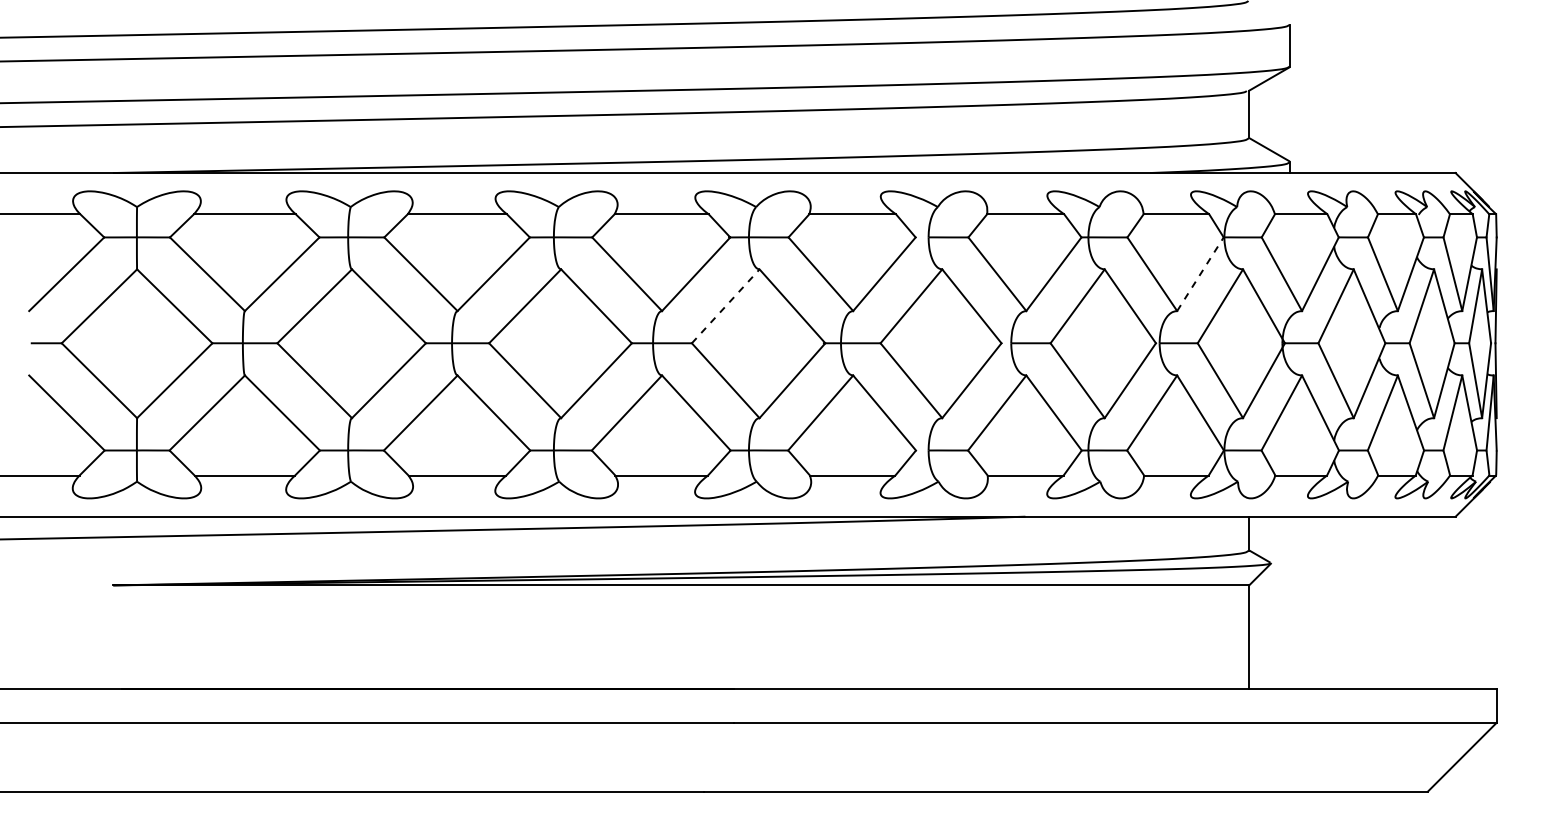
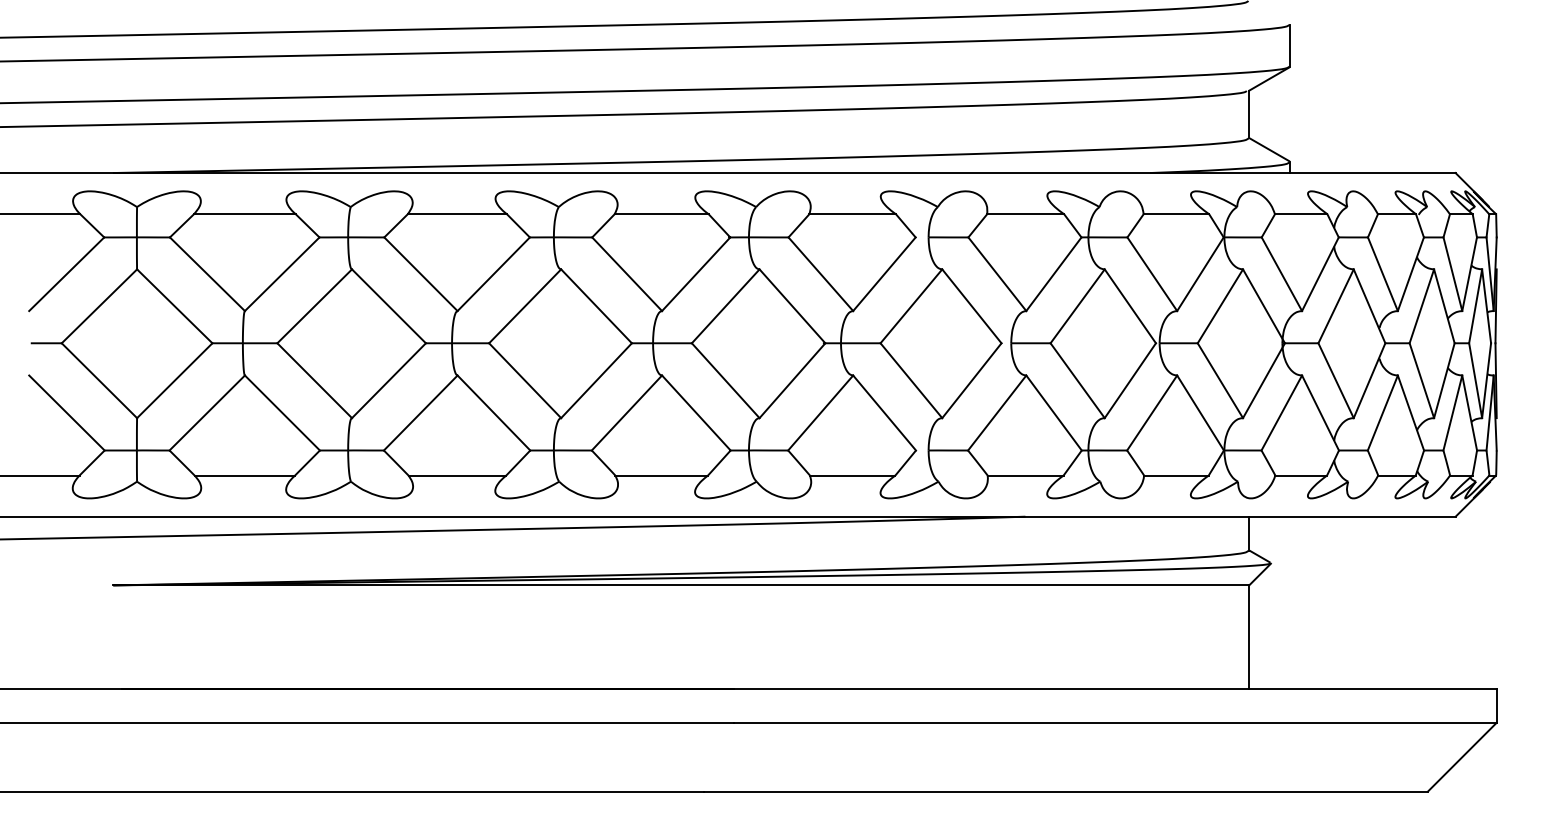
line at (1200, 274): dashed -> solid
line at (726, 305): dashed -> solid
